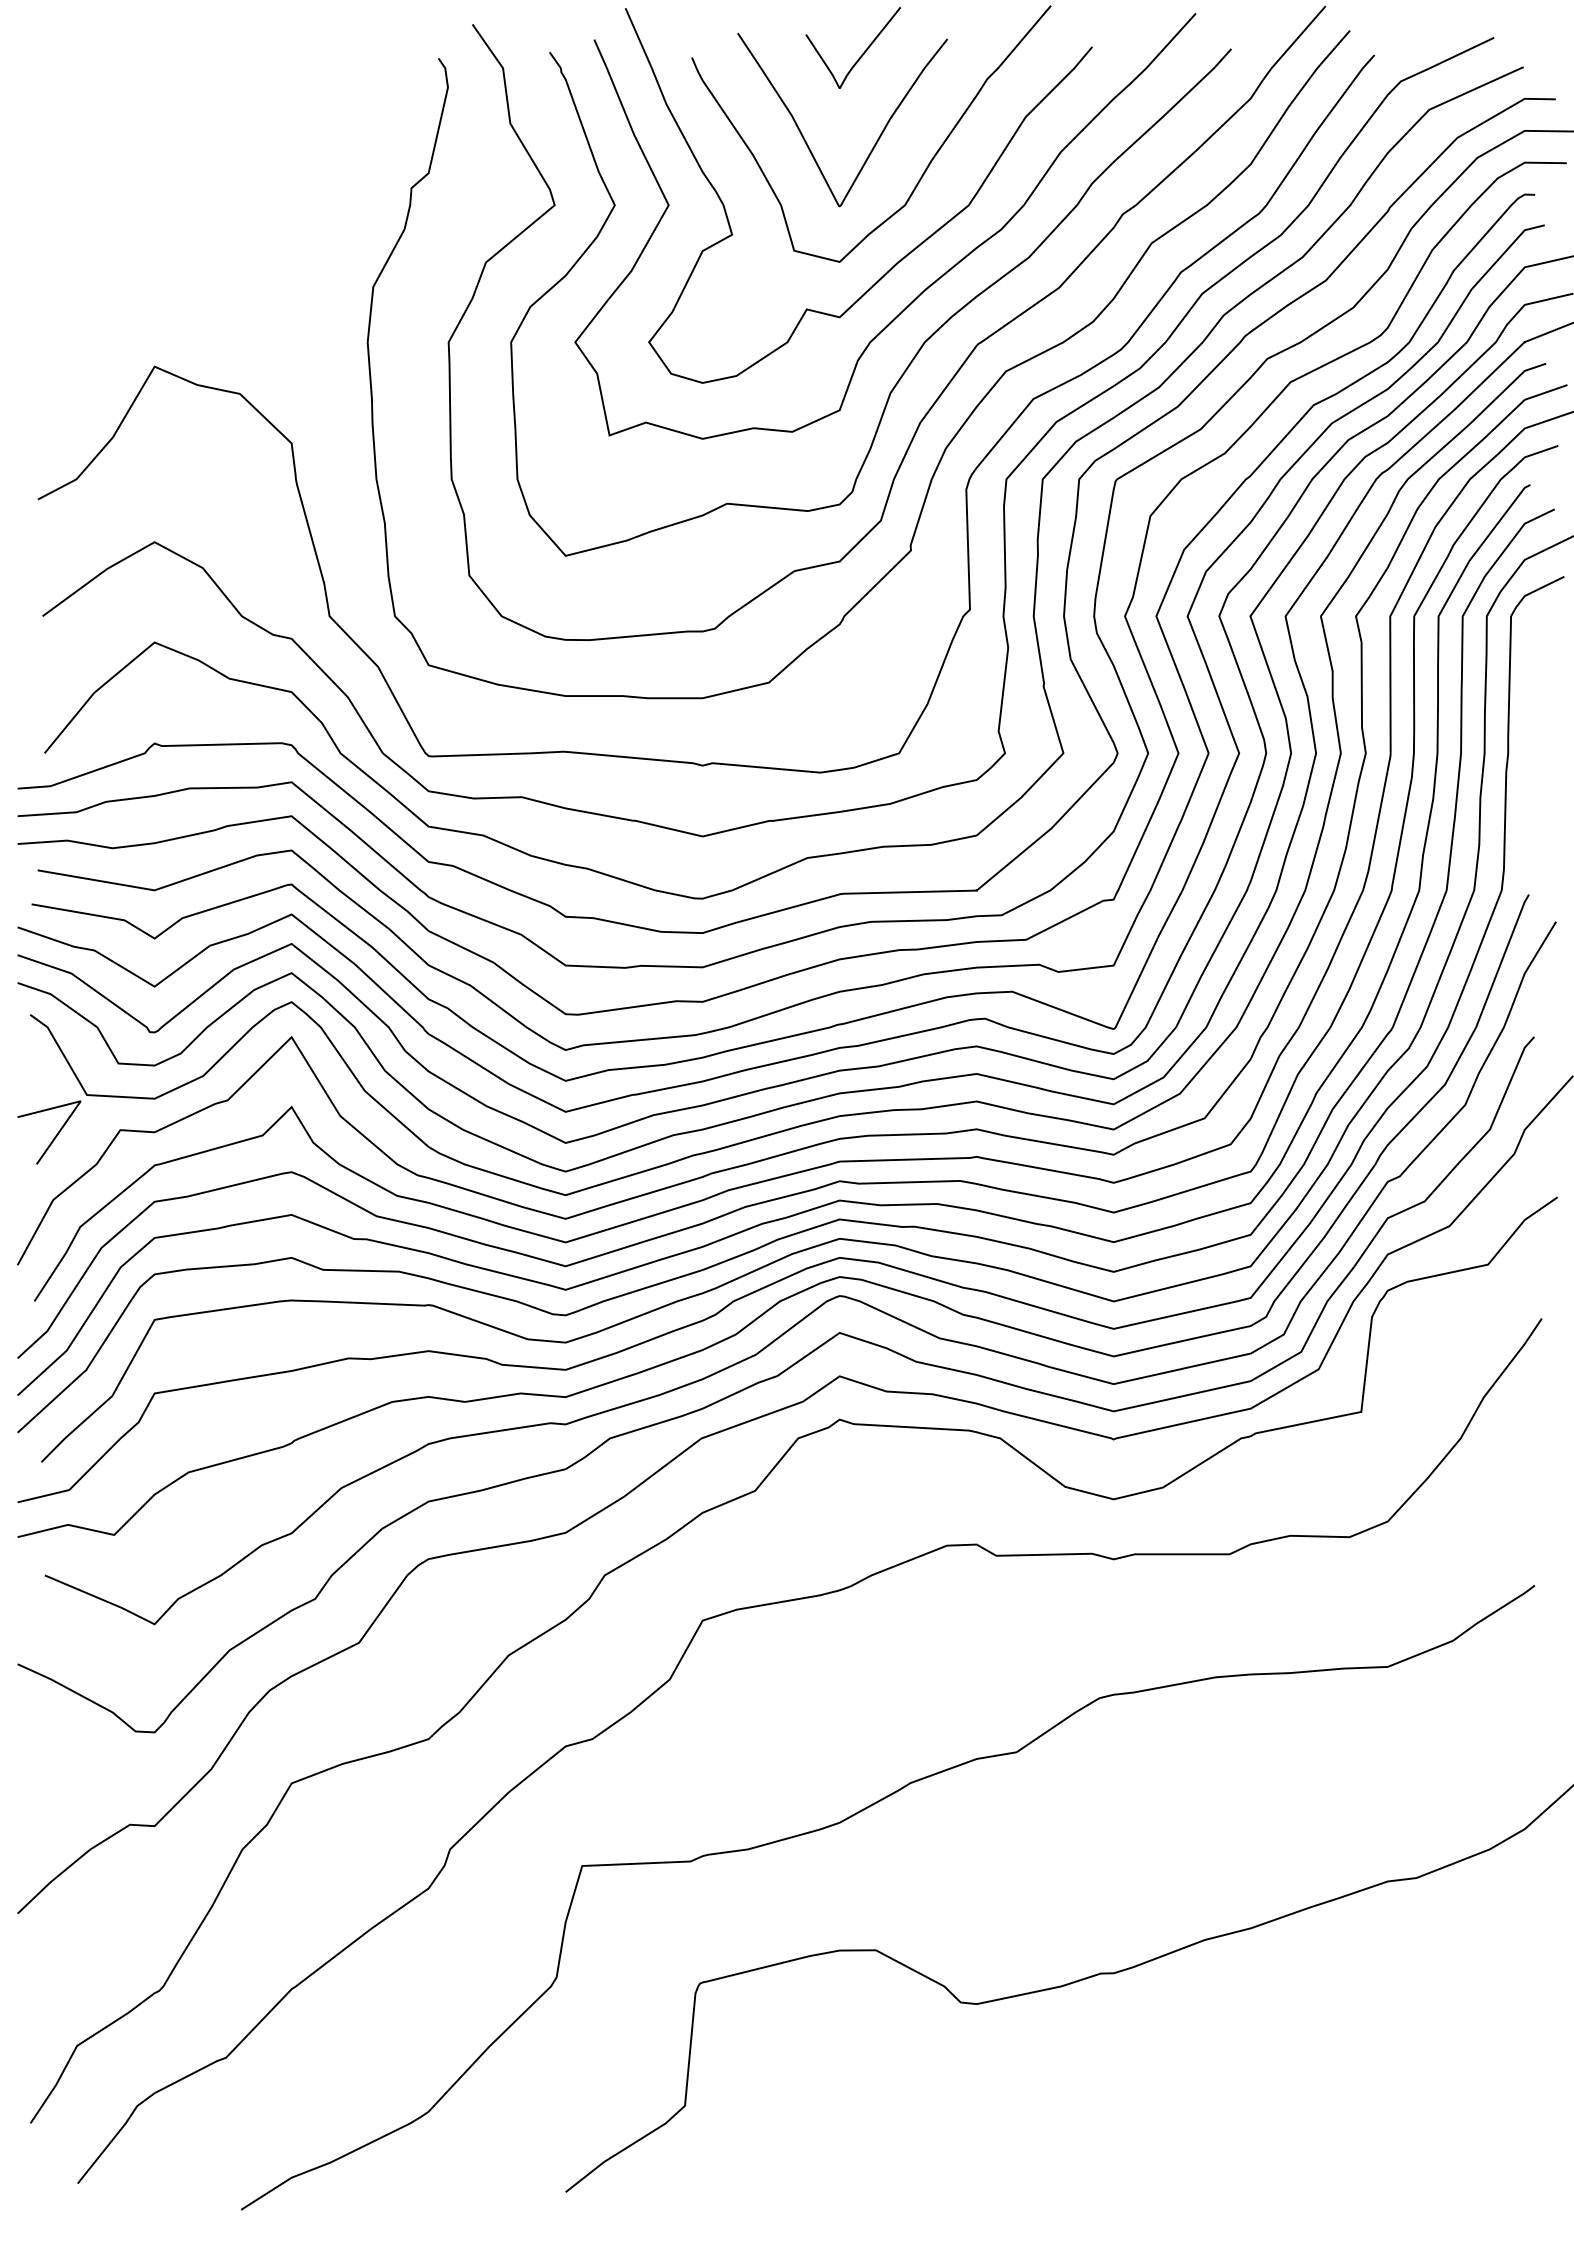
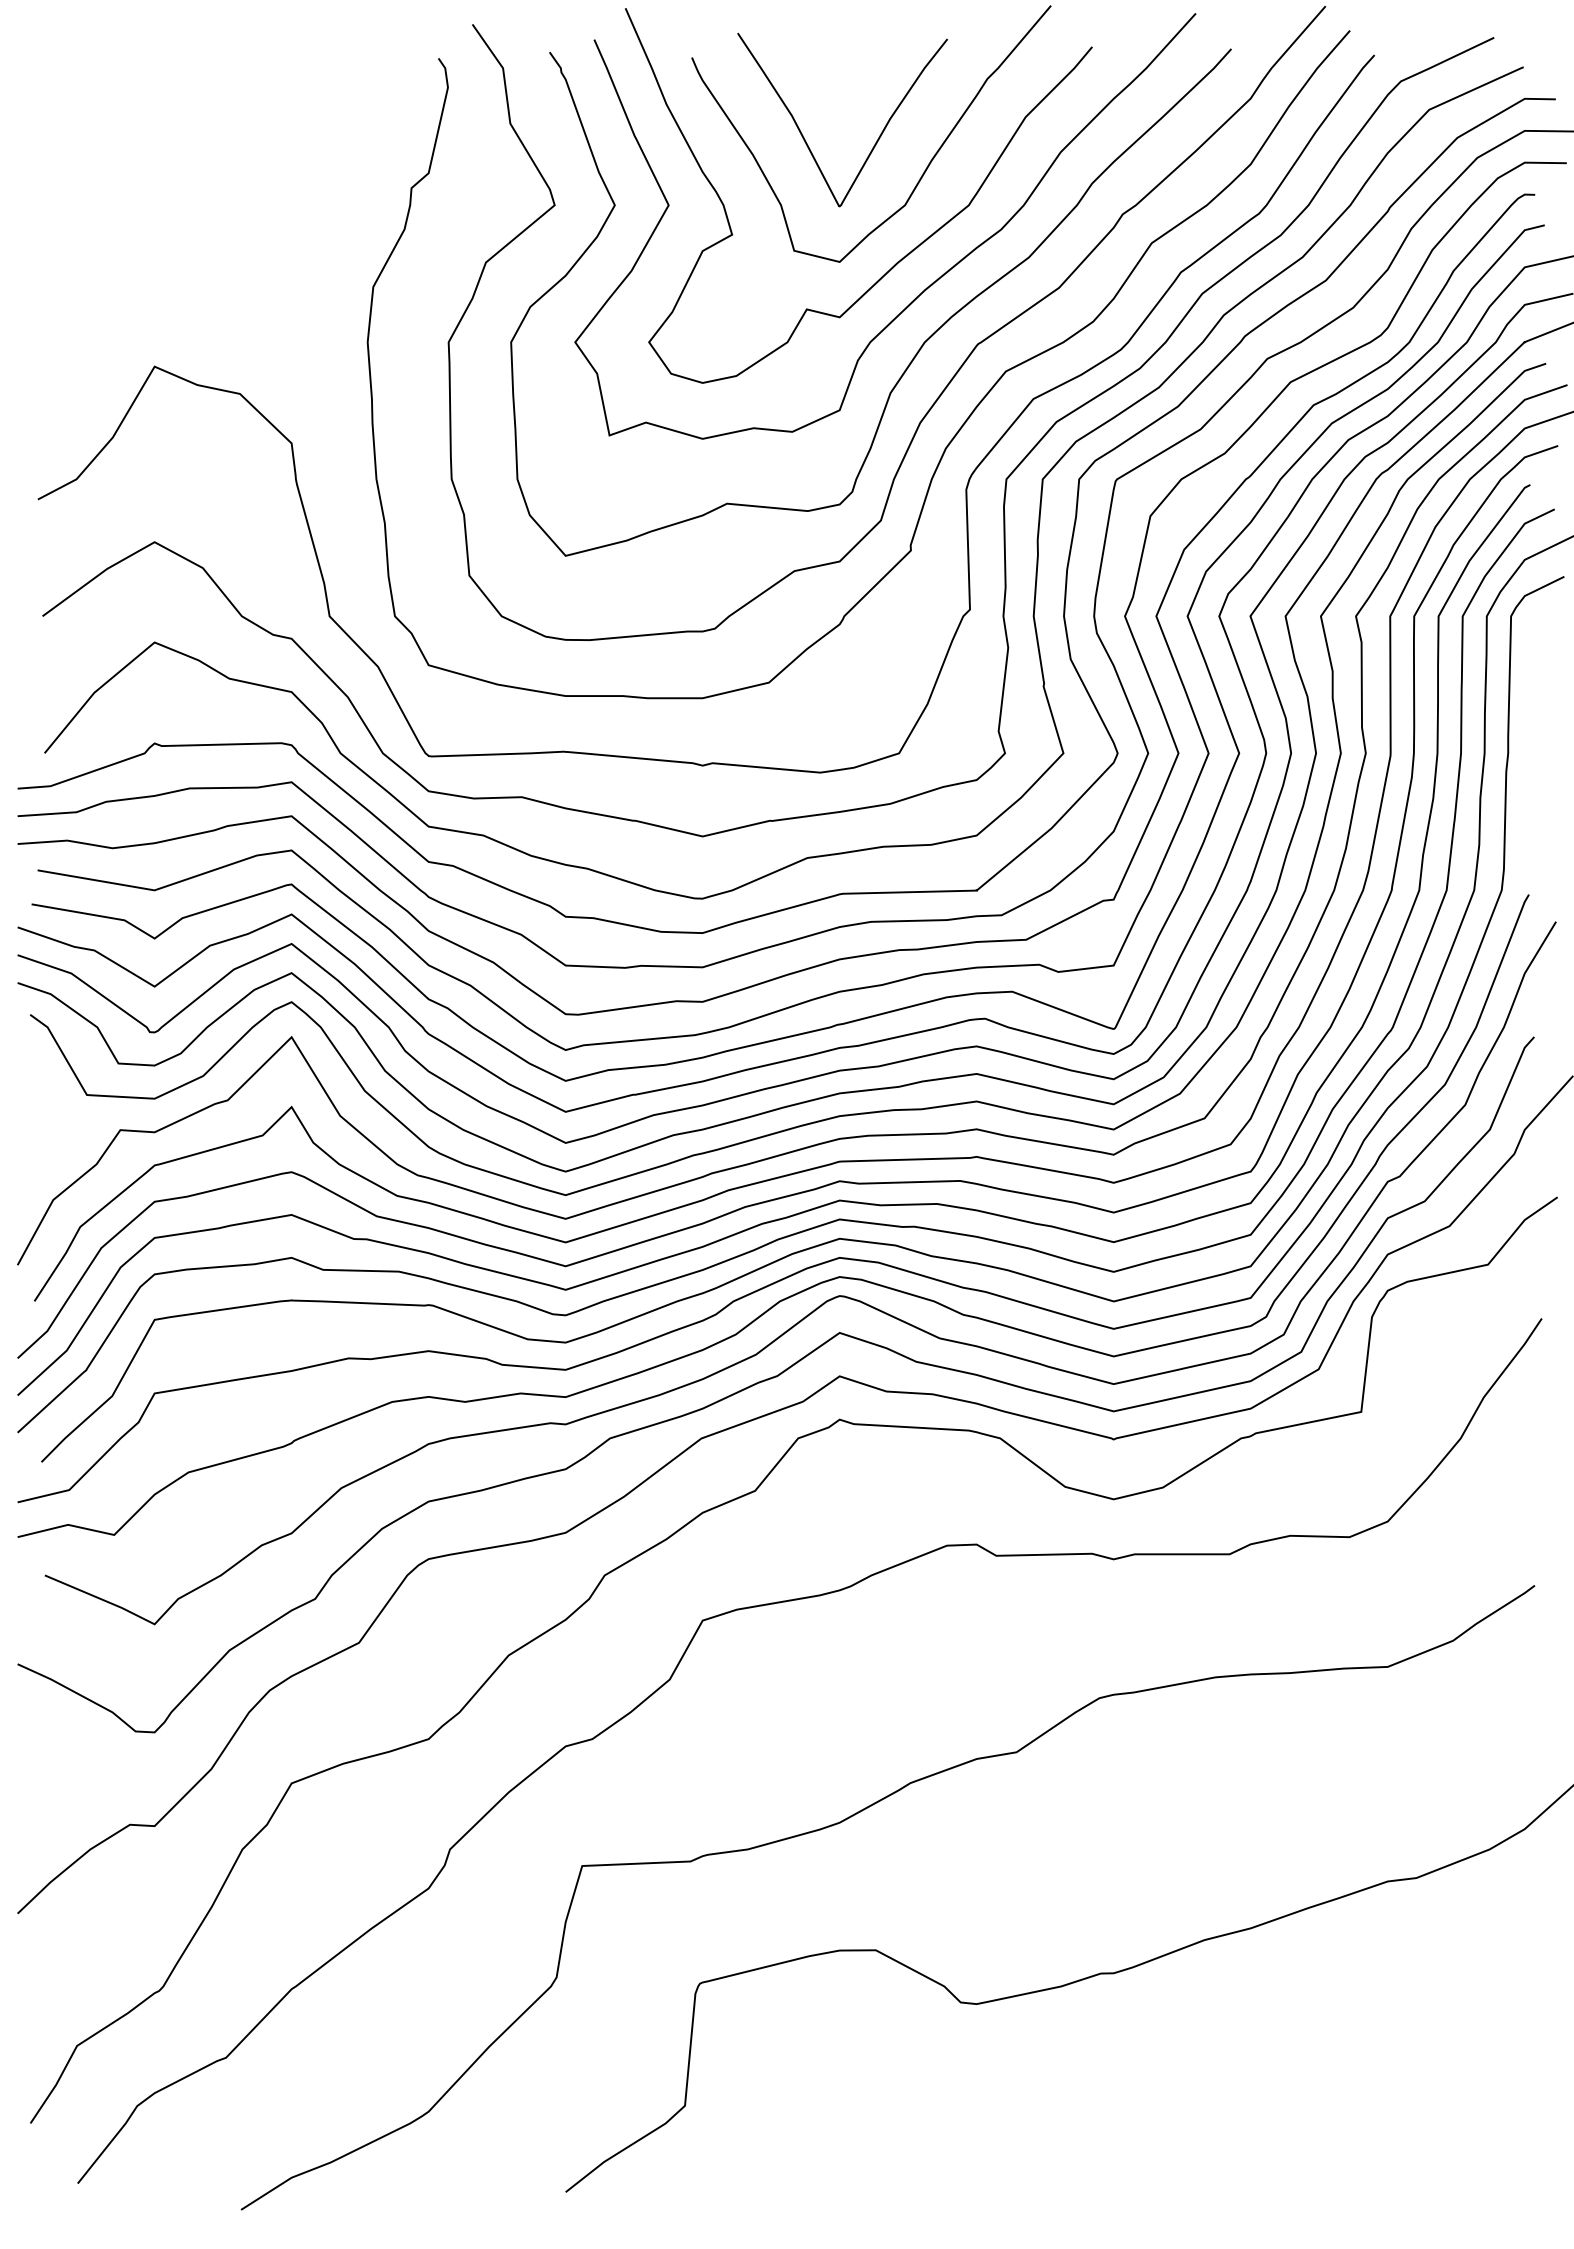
curve at (861, 54): present -> none
line at (55, 1135): present -> none
